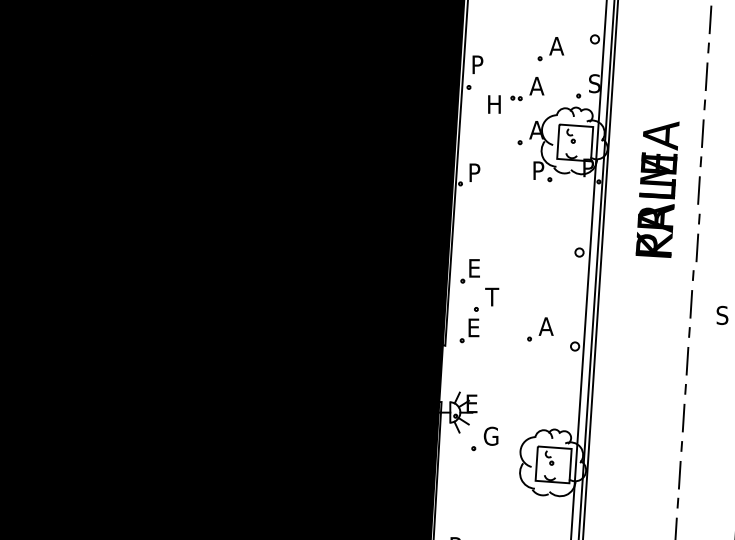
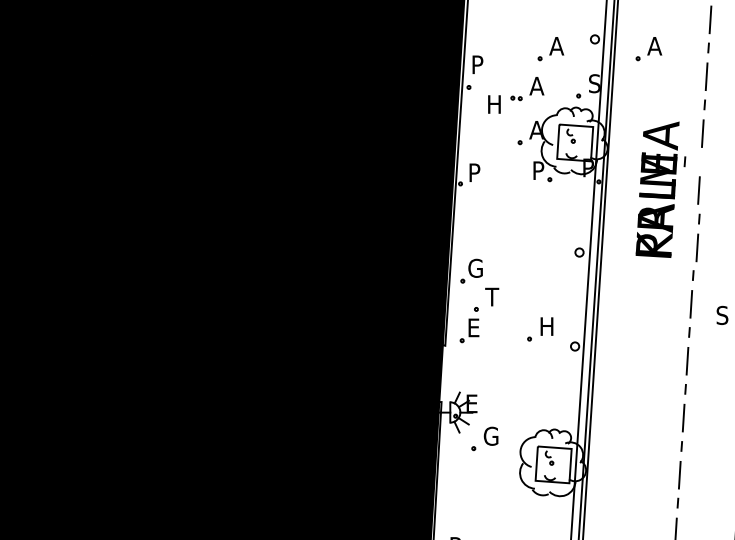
part at (648, 49): none -> present
line at (700, 161) position: (700, 161) -> (684, 161)
text at (475, 267): E -> G
text at (545, 326): A -> H
